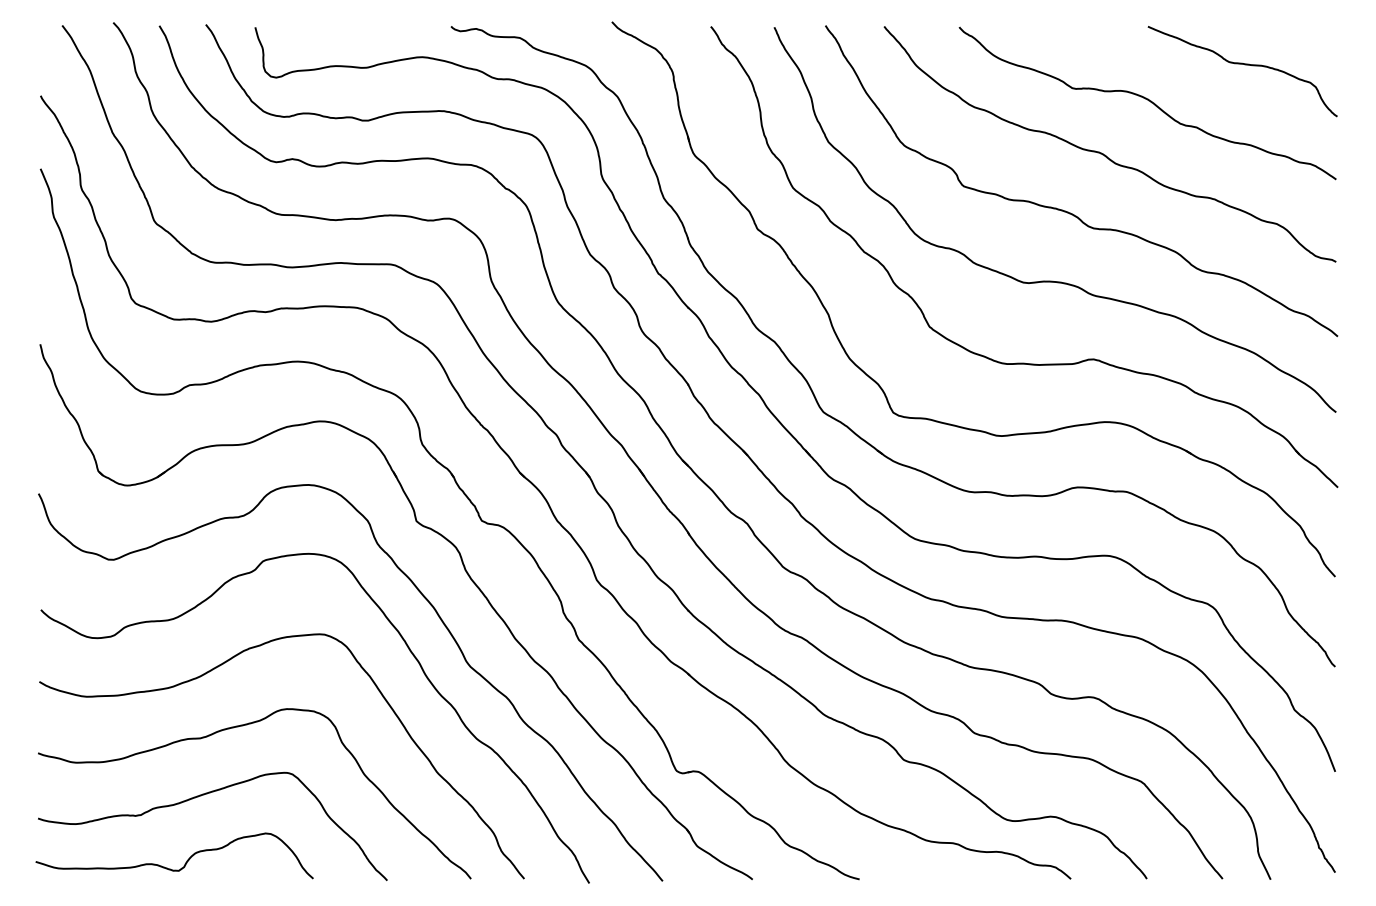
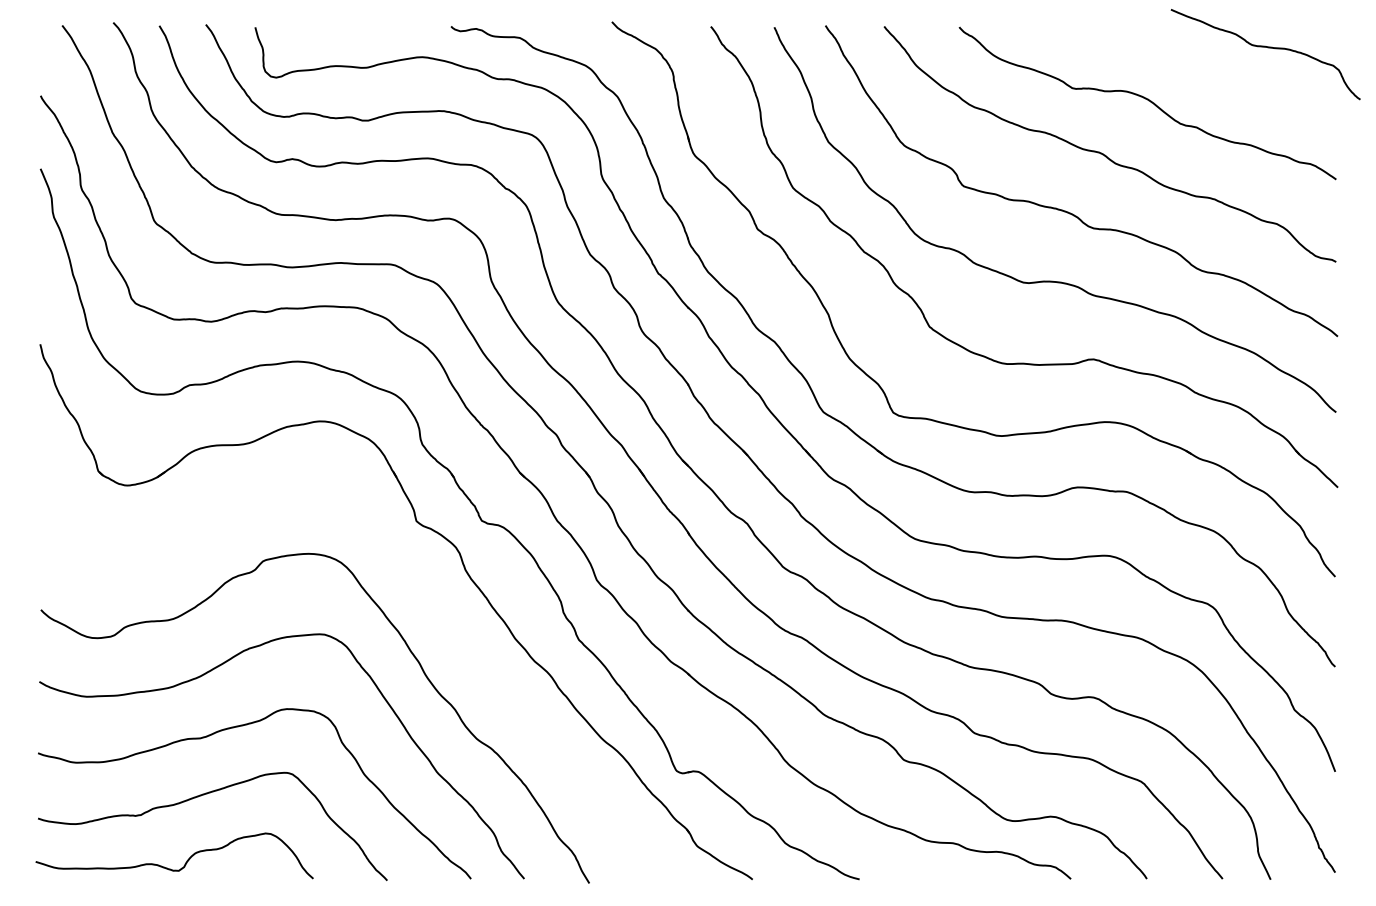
curve at (1244, 65) position: (1244, 65) -> (1267, 48)
curve at (440, 620): present -> none
